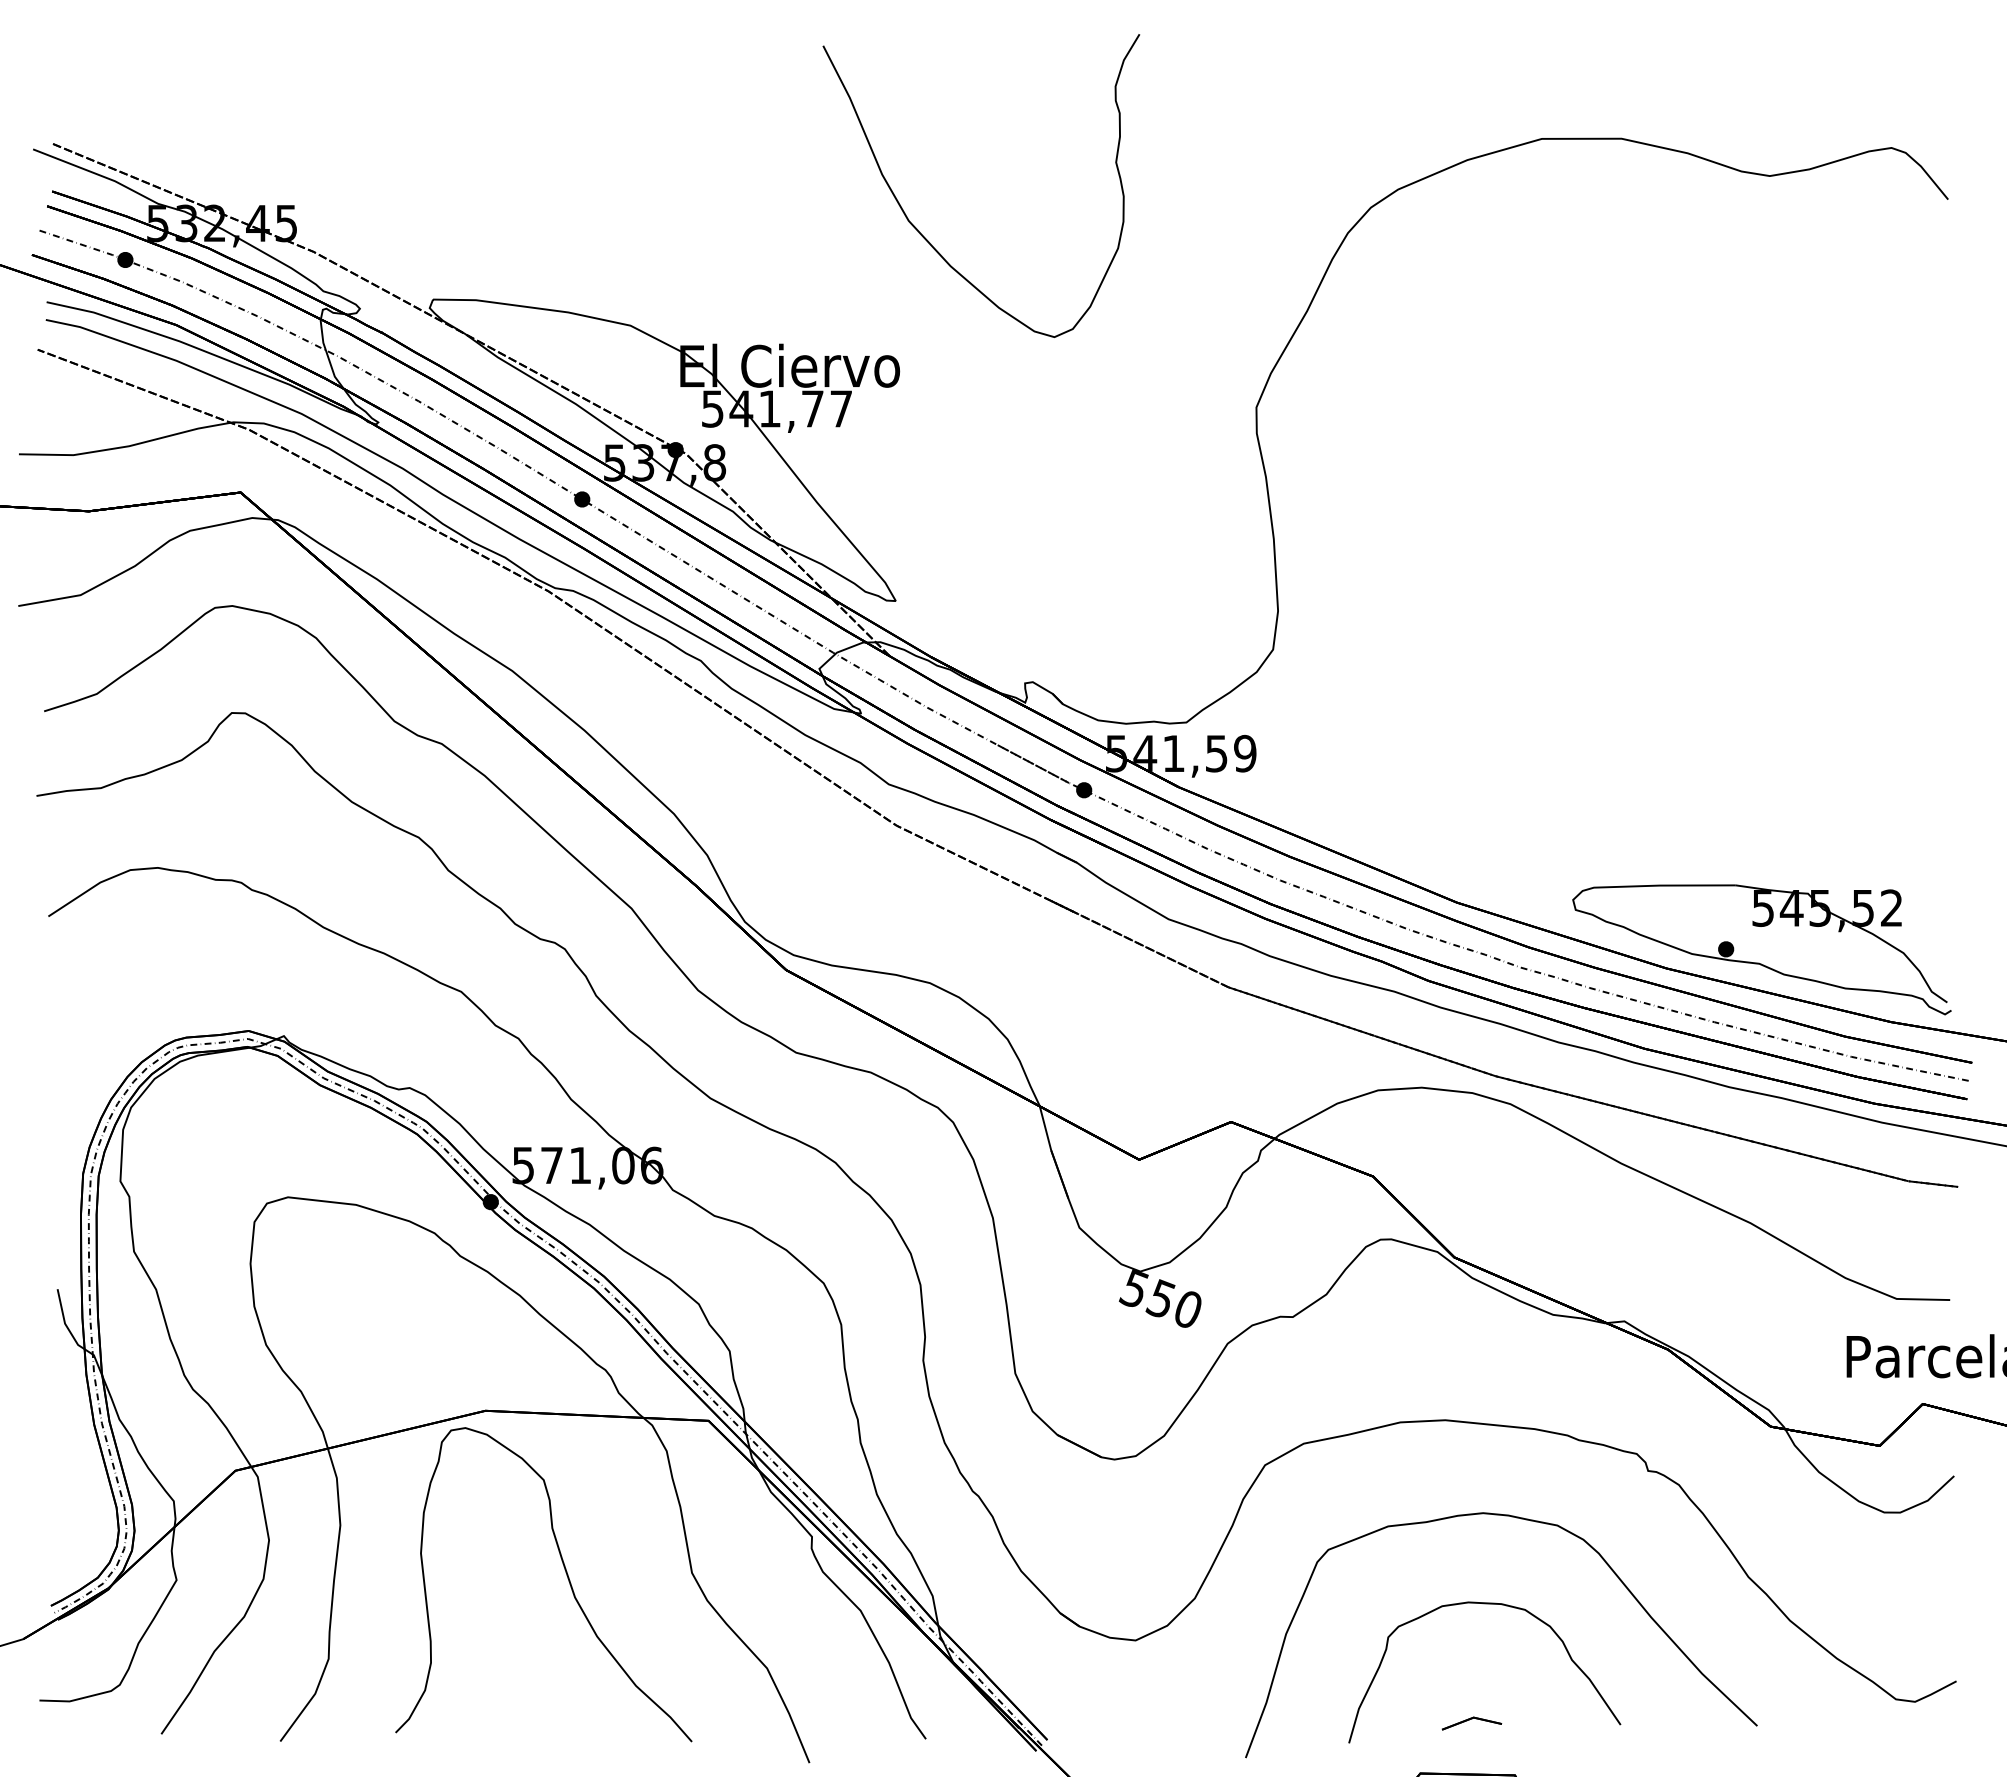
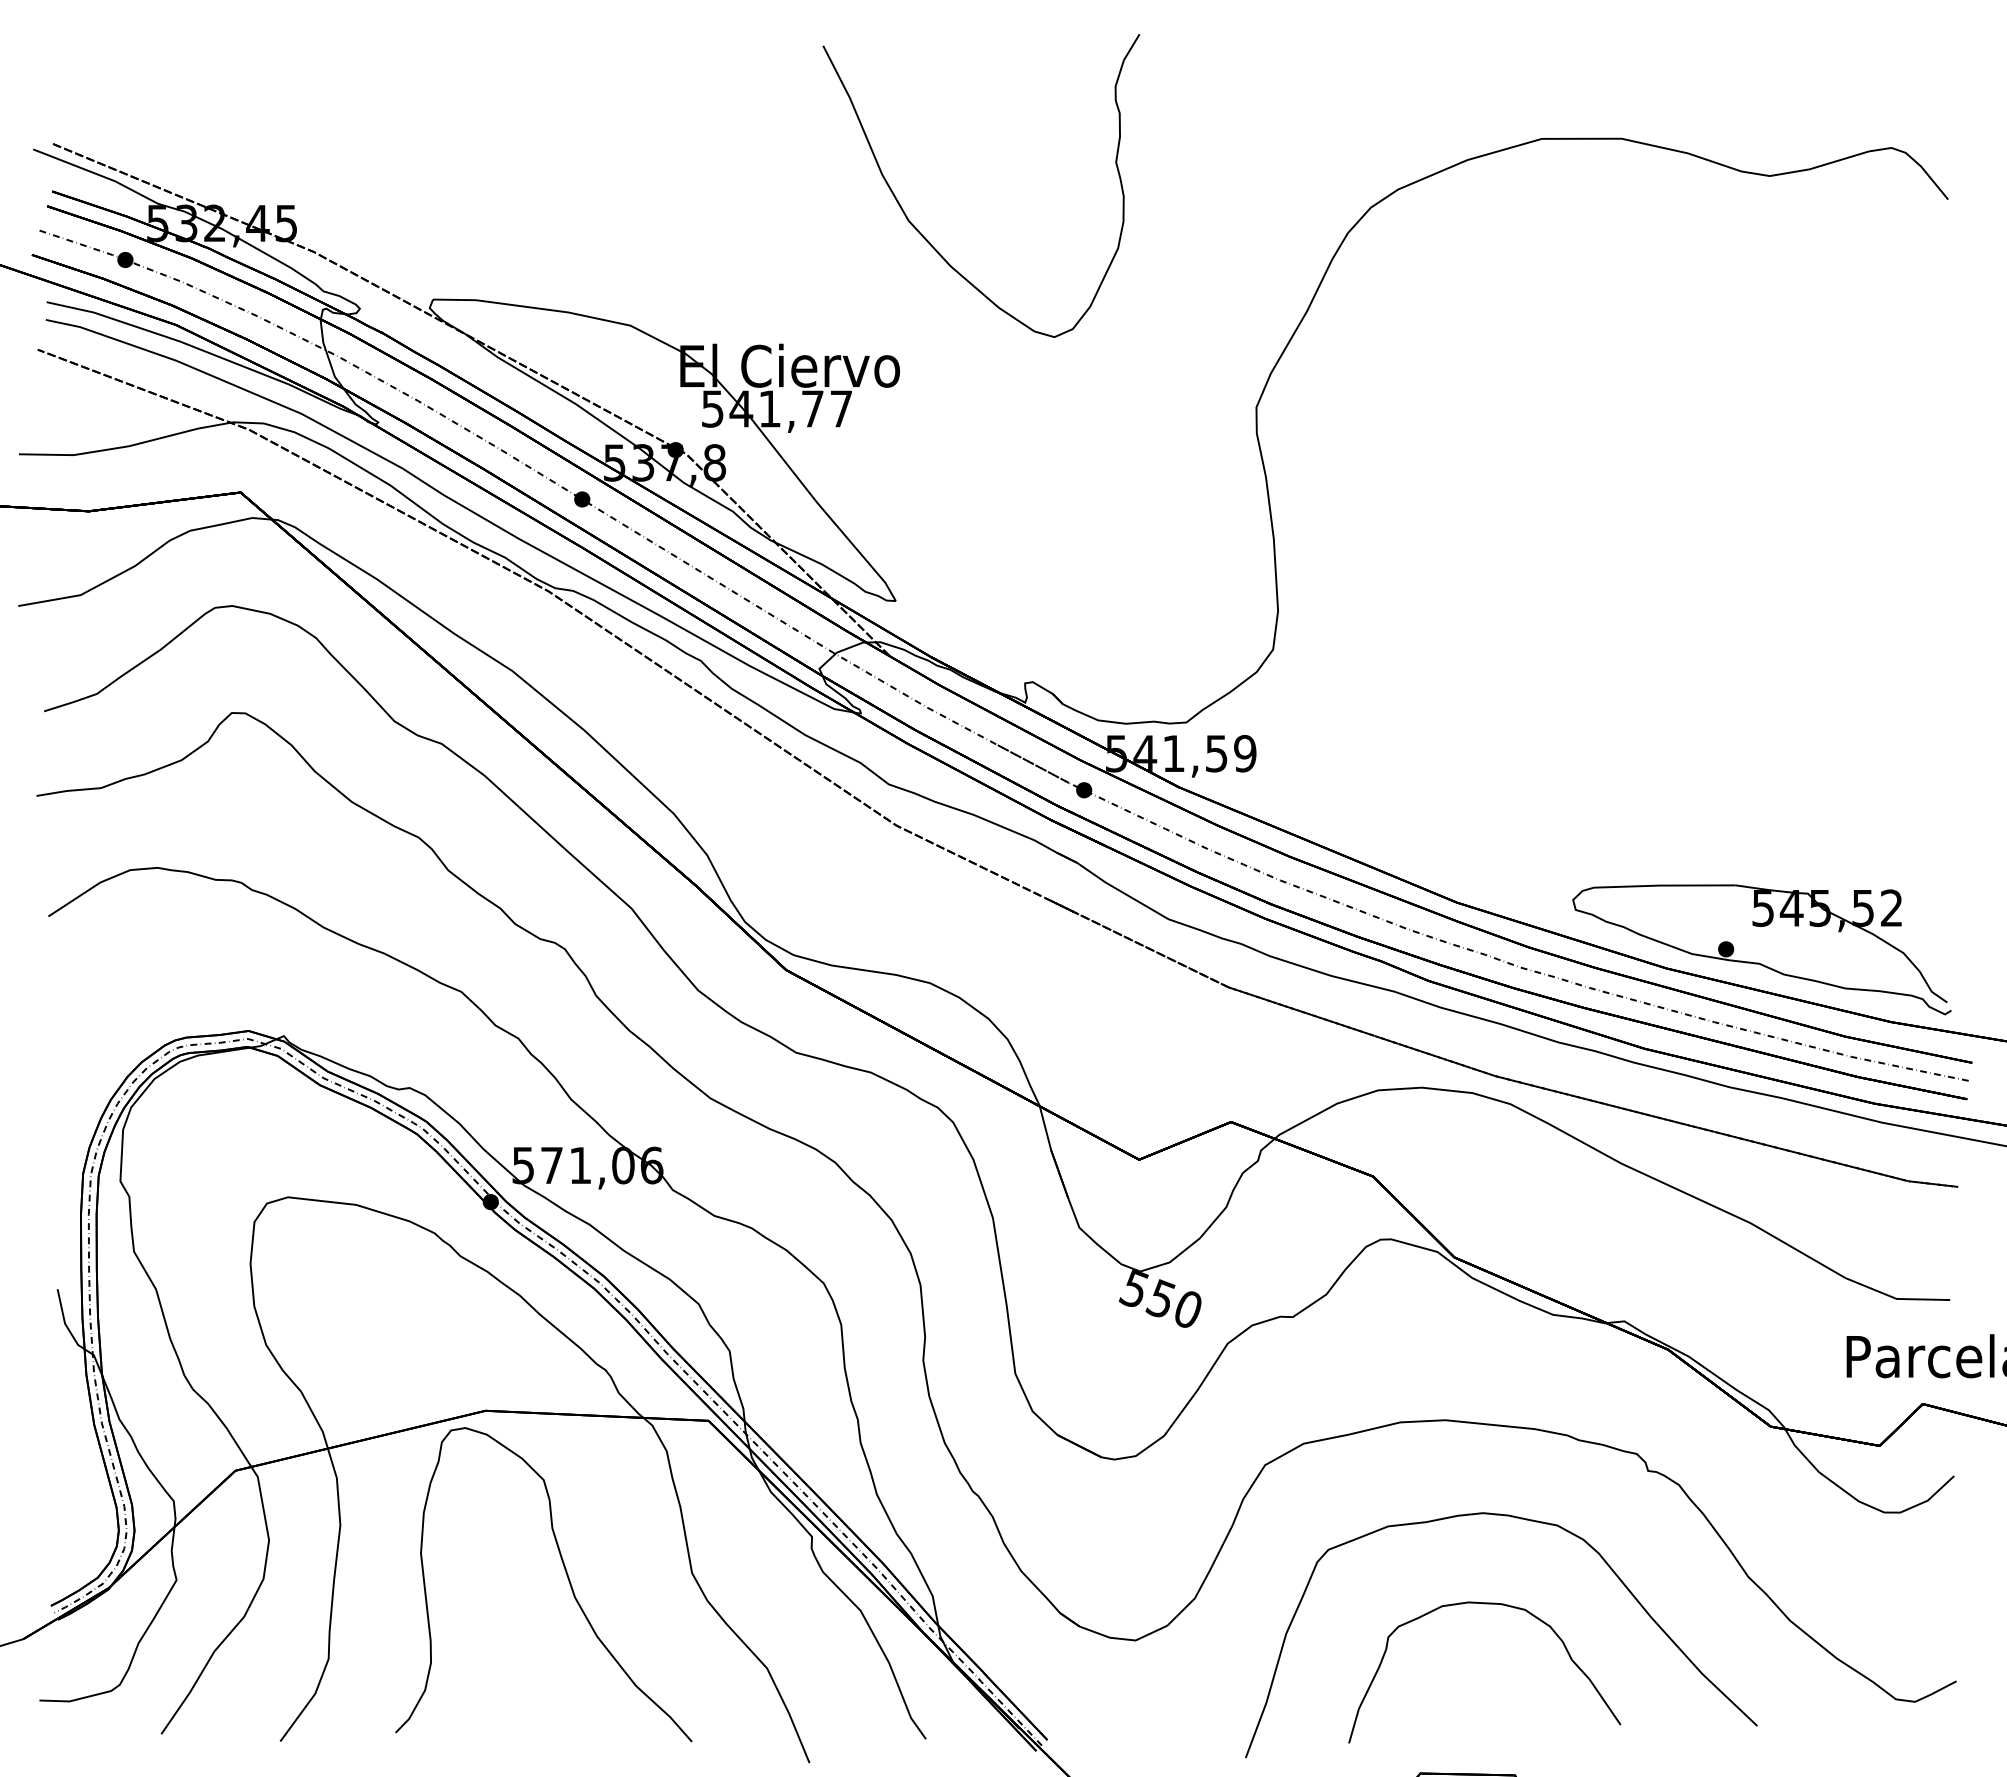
part at (1471, 1723): present -> none
